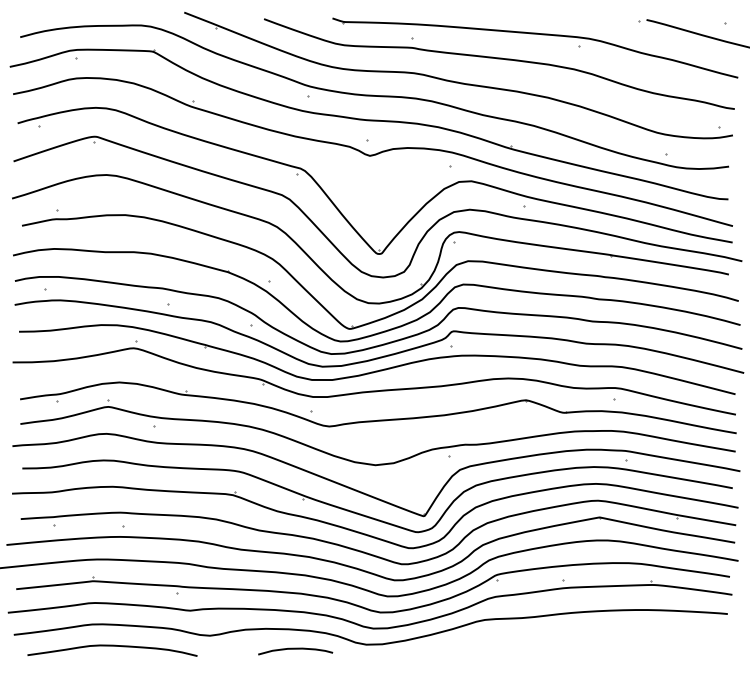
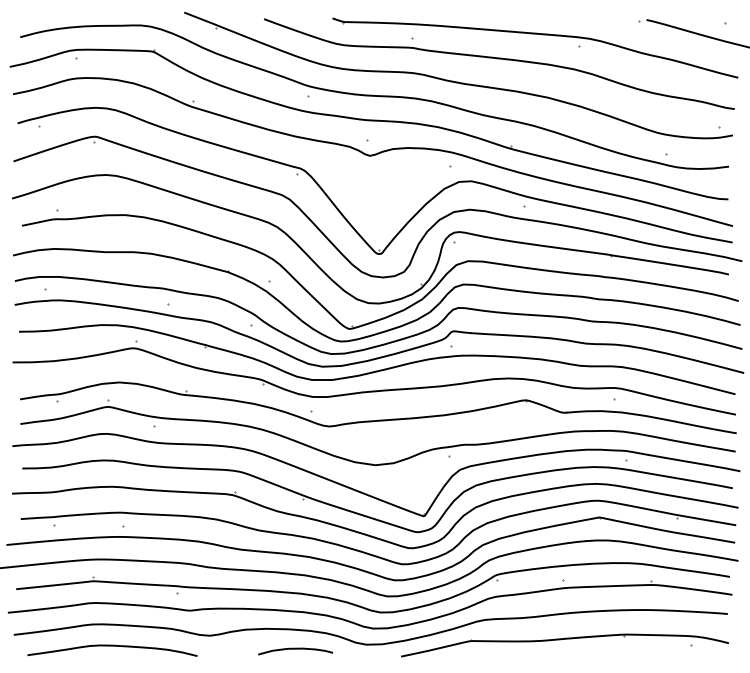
part at (564, 645): none -> present
